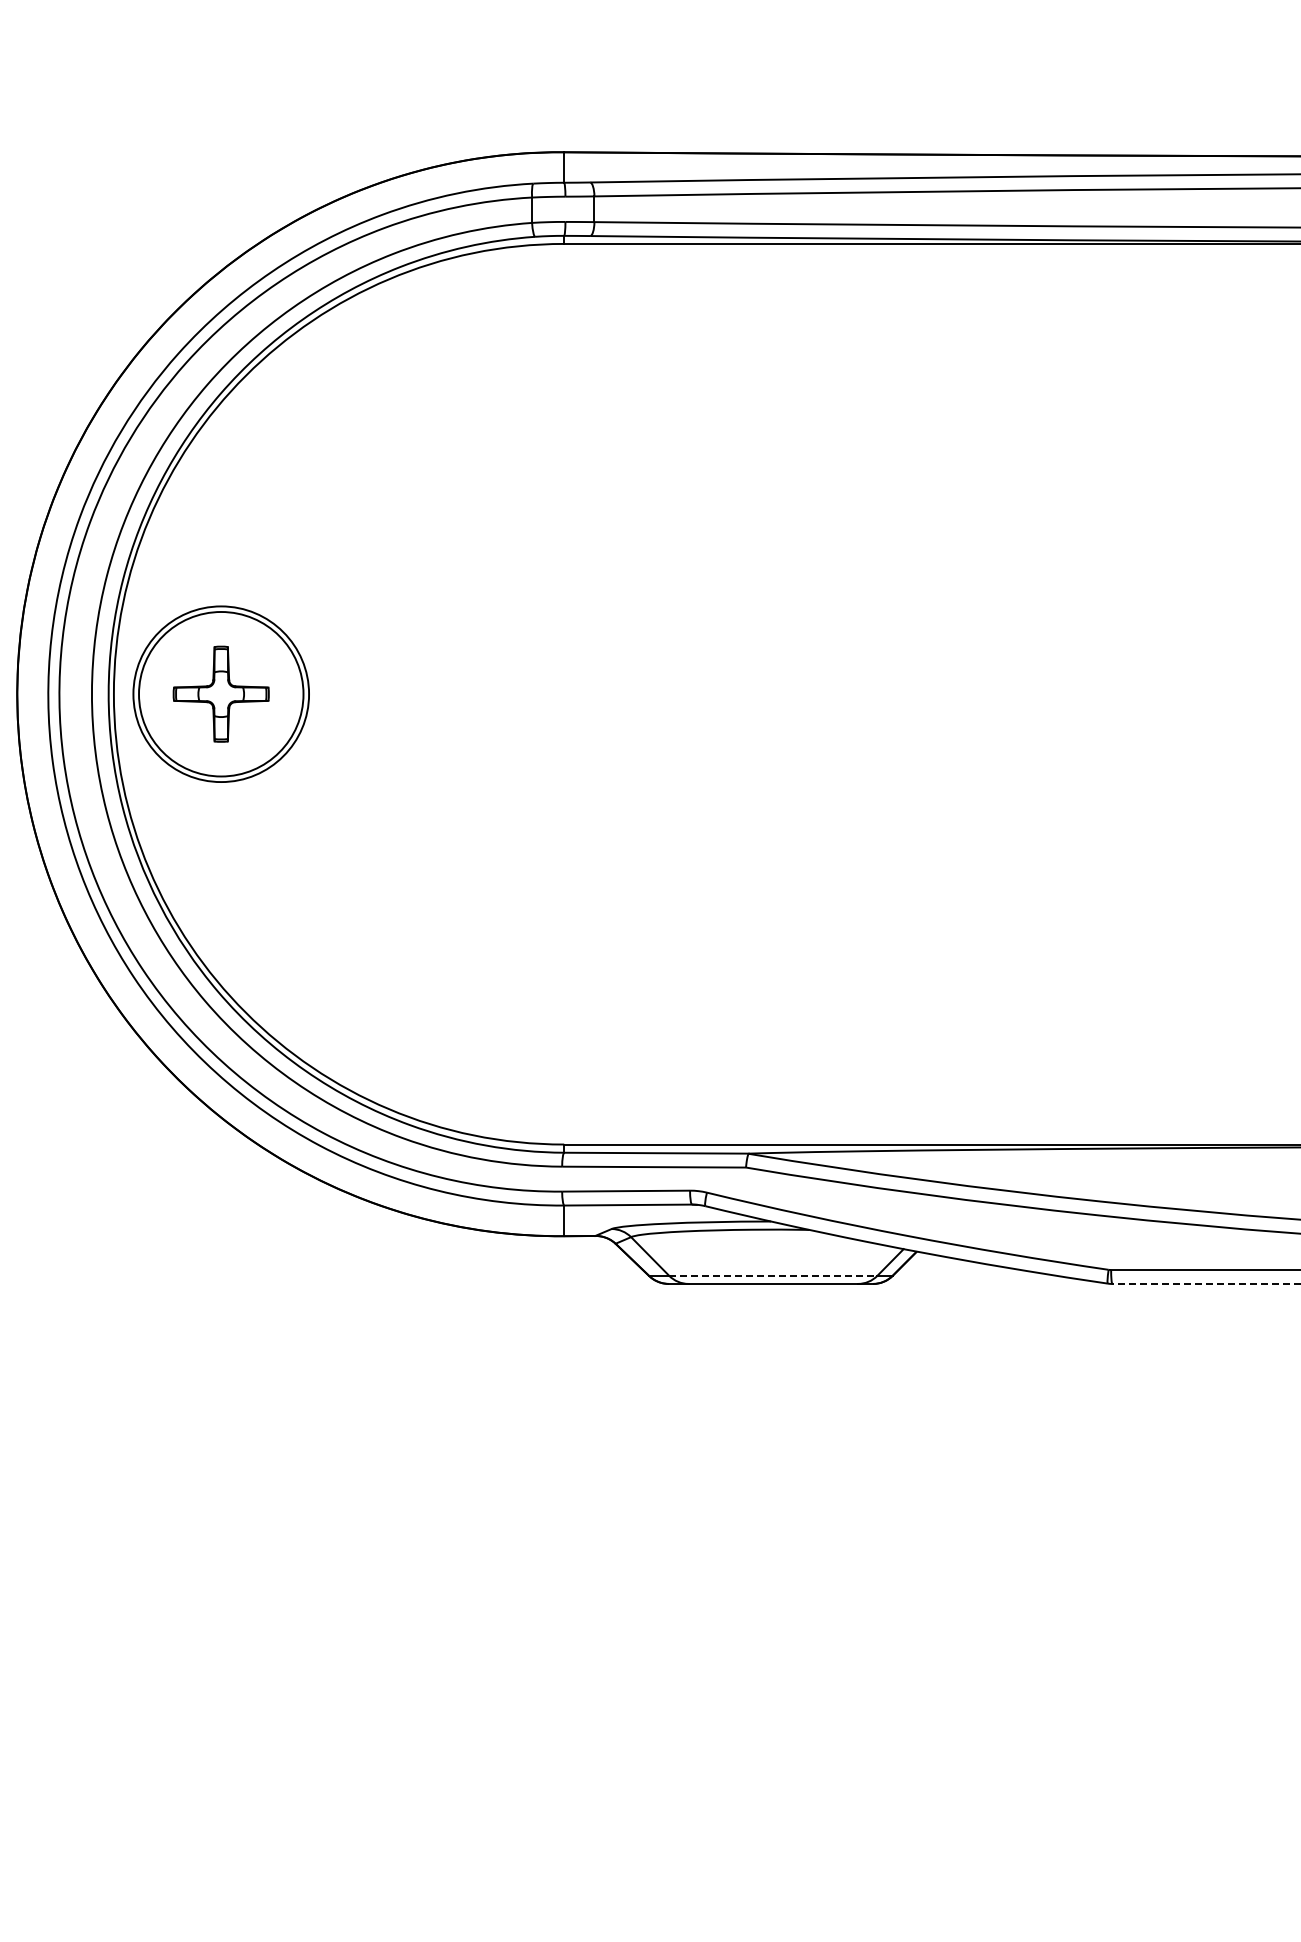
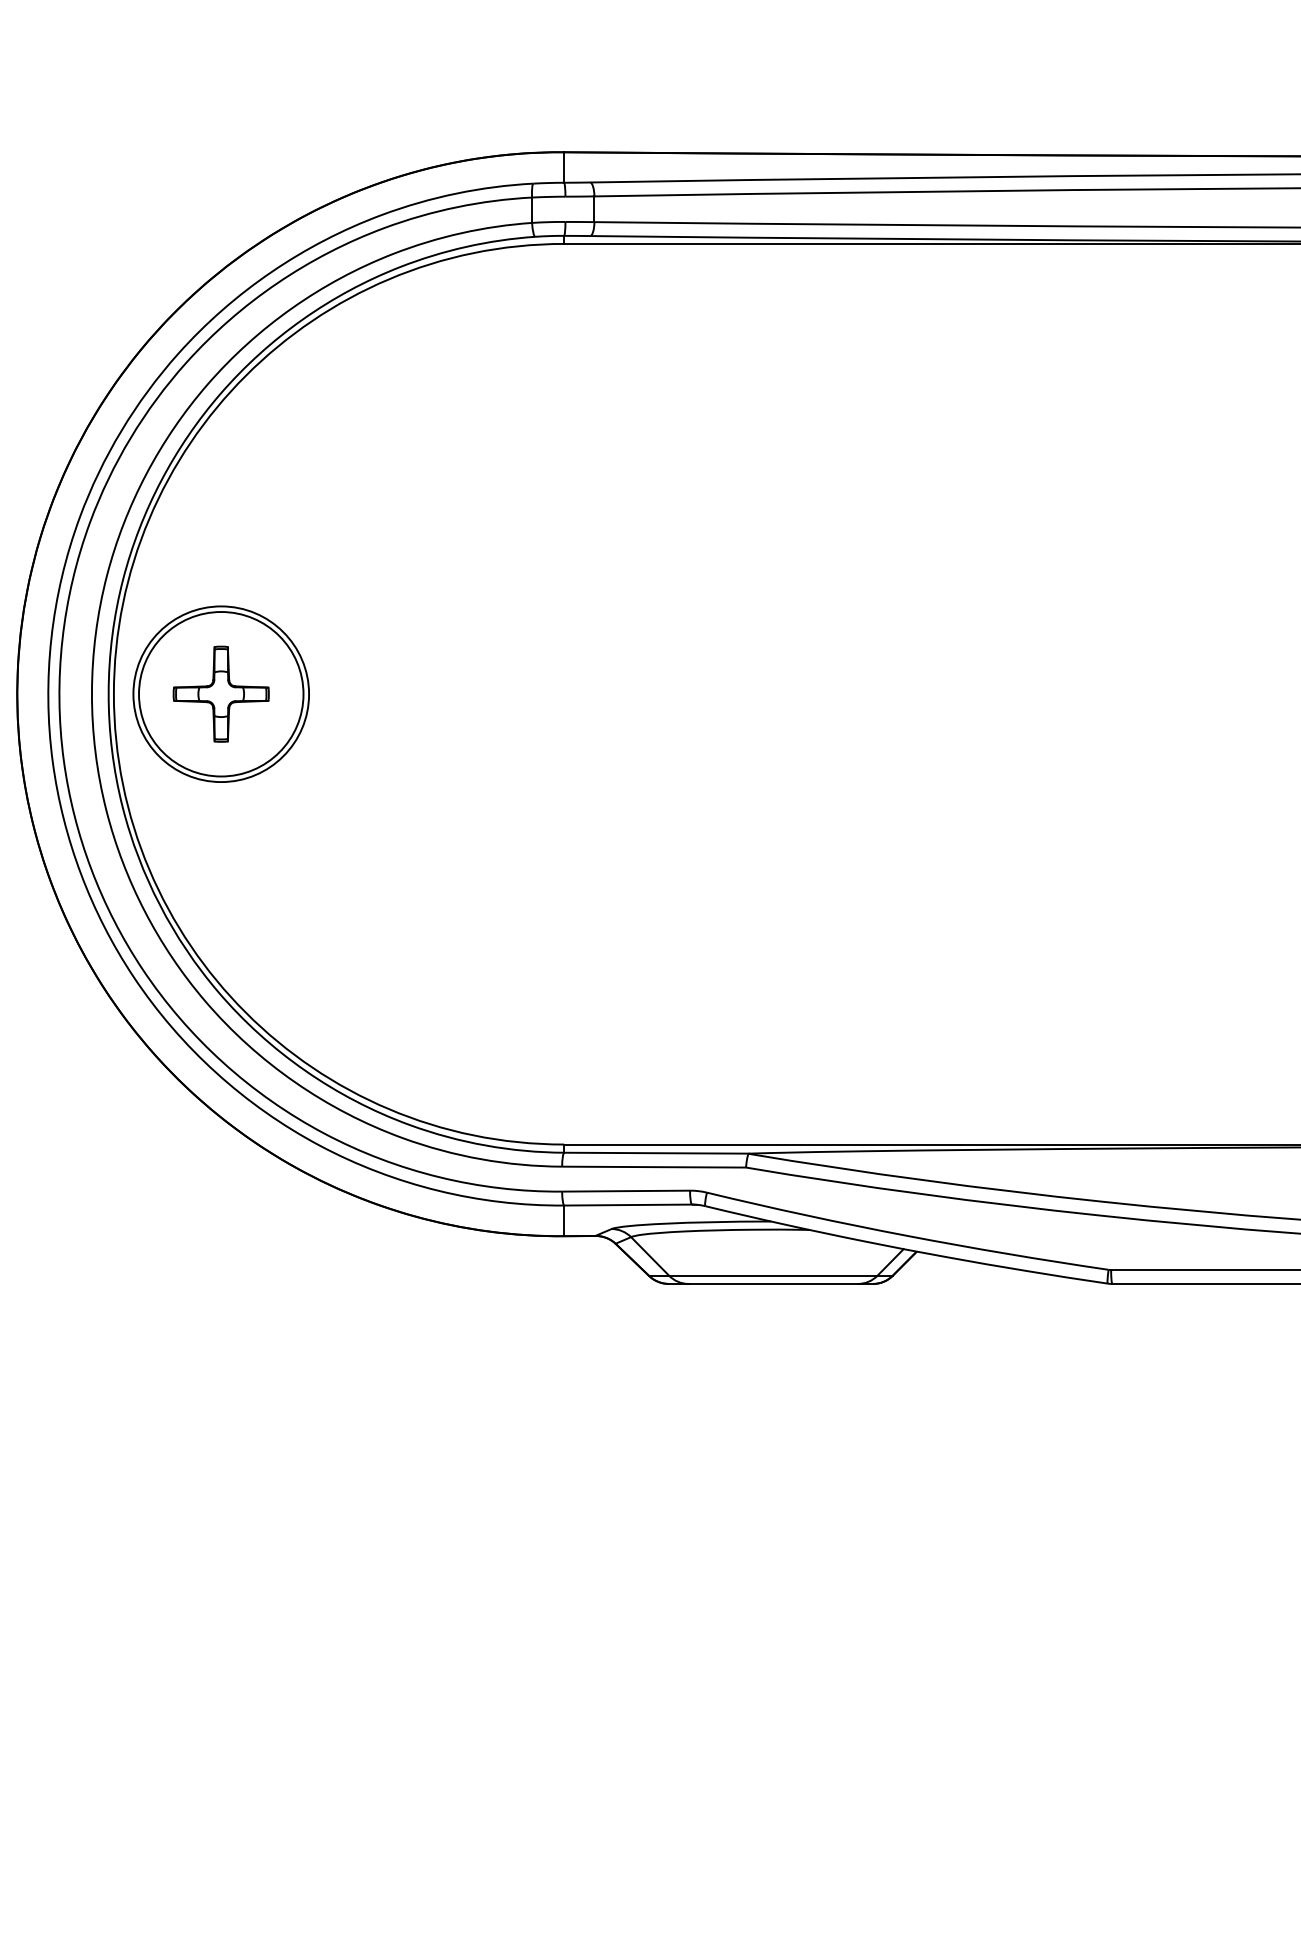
line at (773, 1275): dashed -> solid
line at (1206, 1283): dashed -> solid
